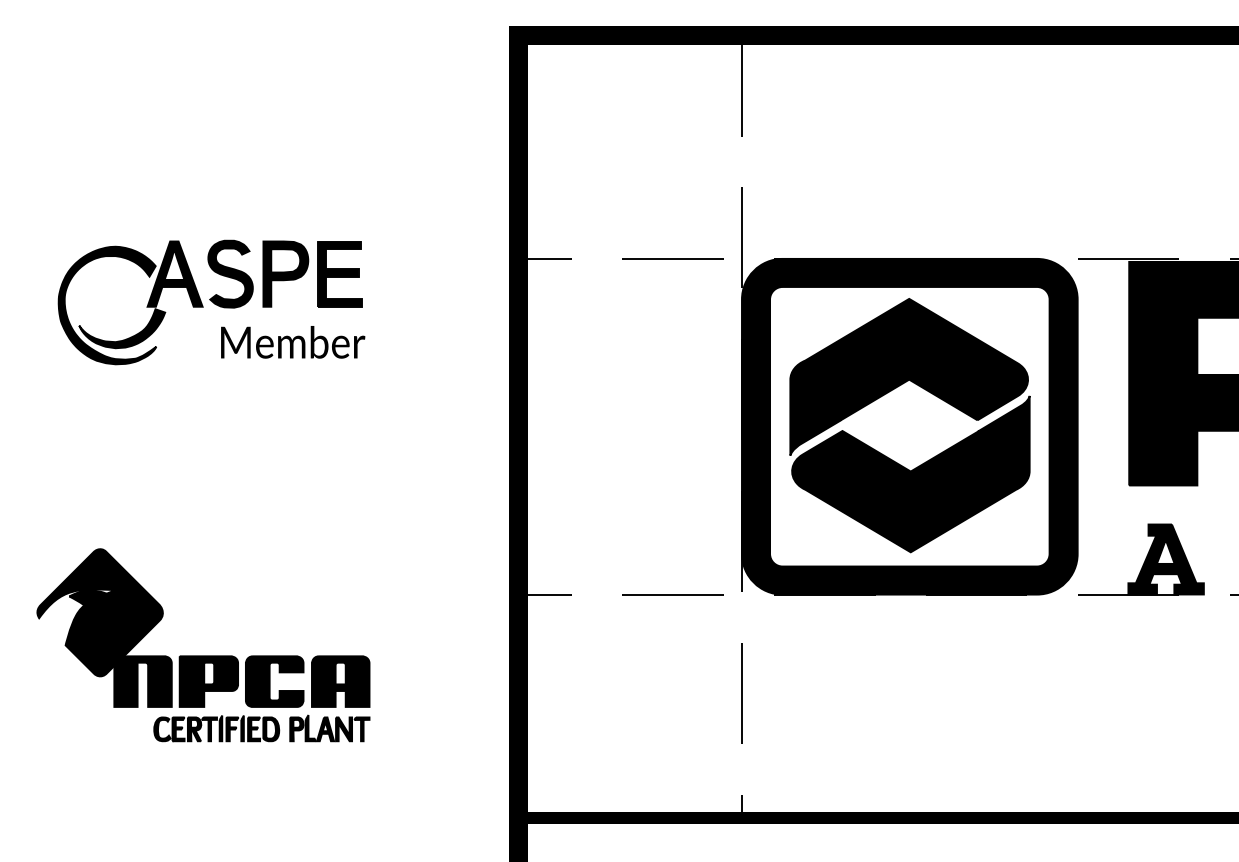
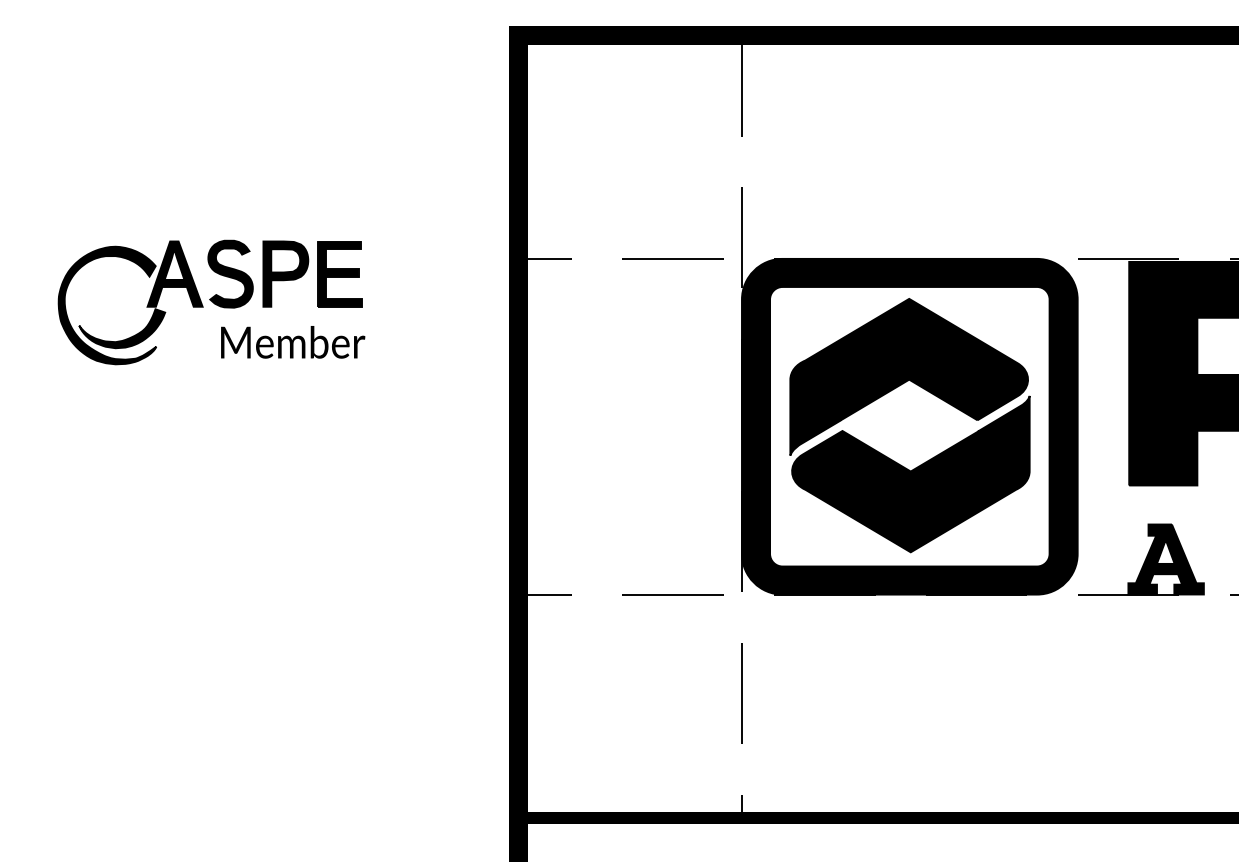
part at (203, 655): present -> none
